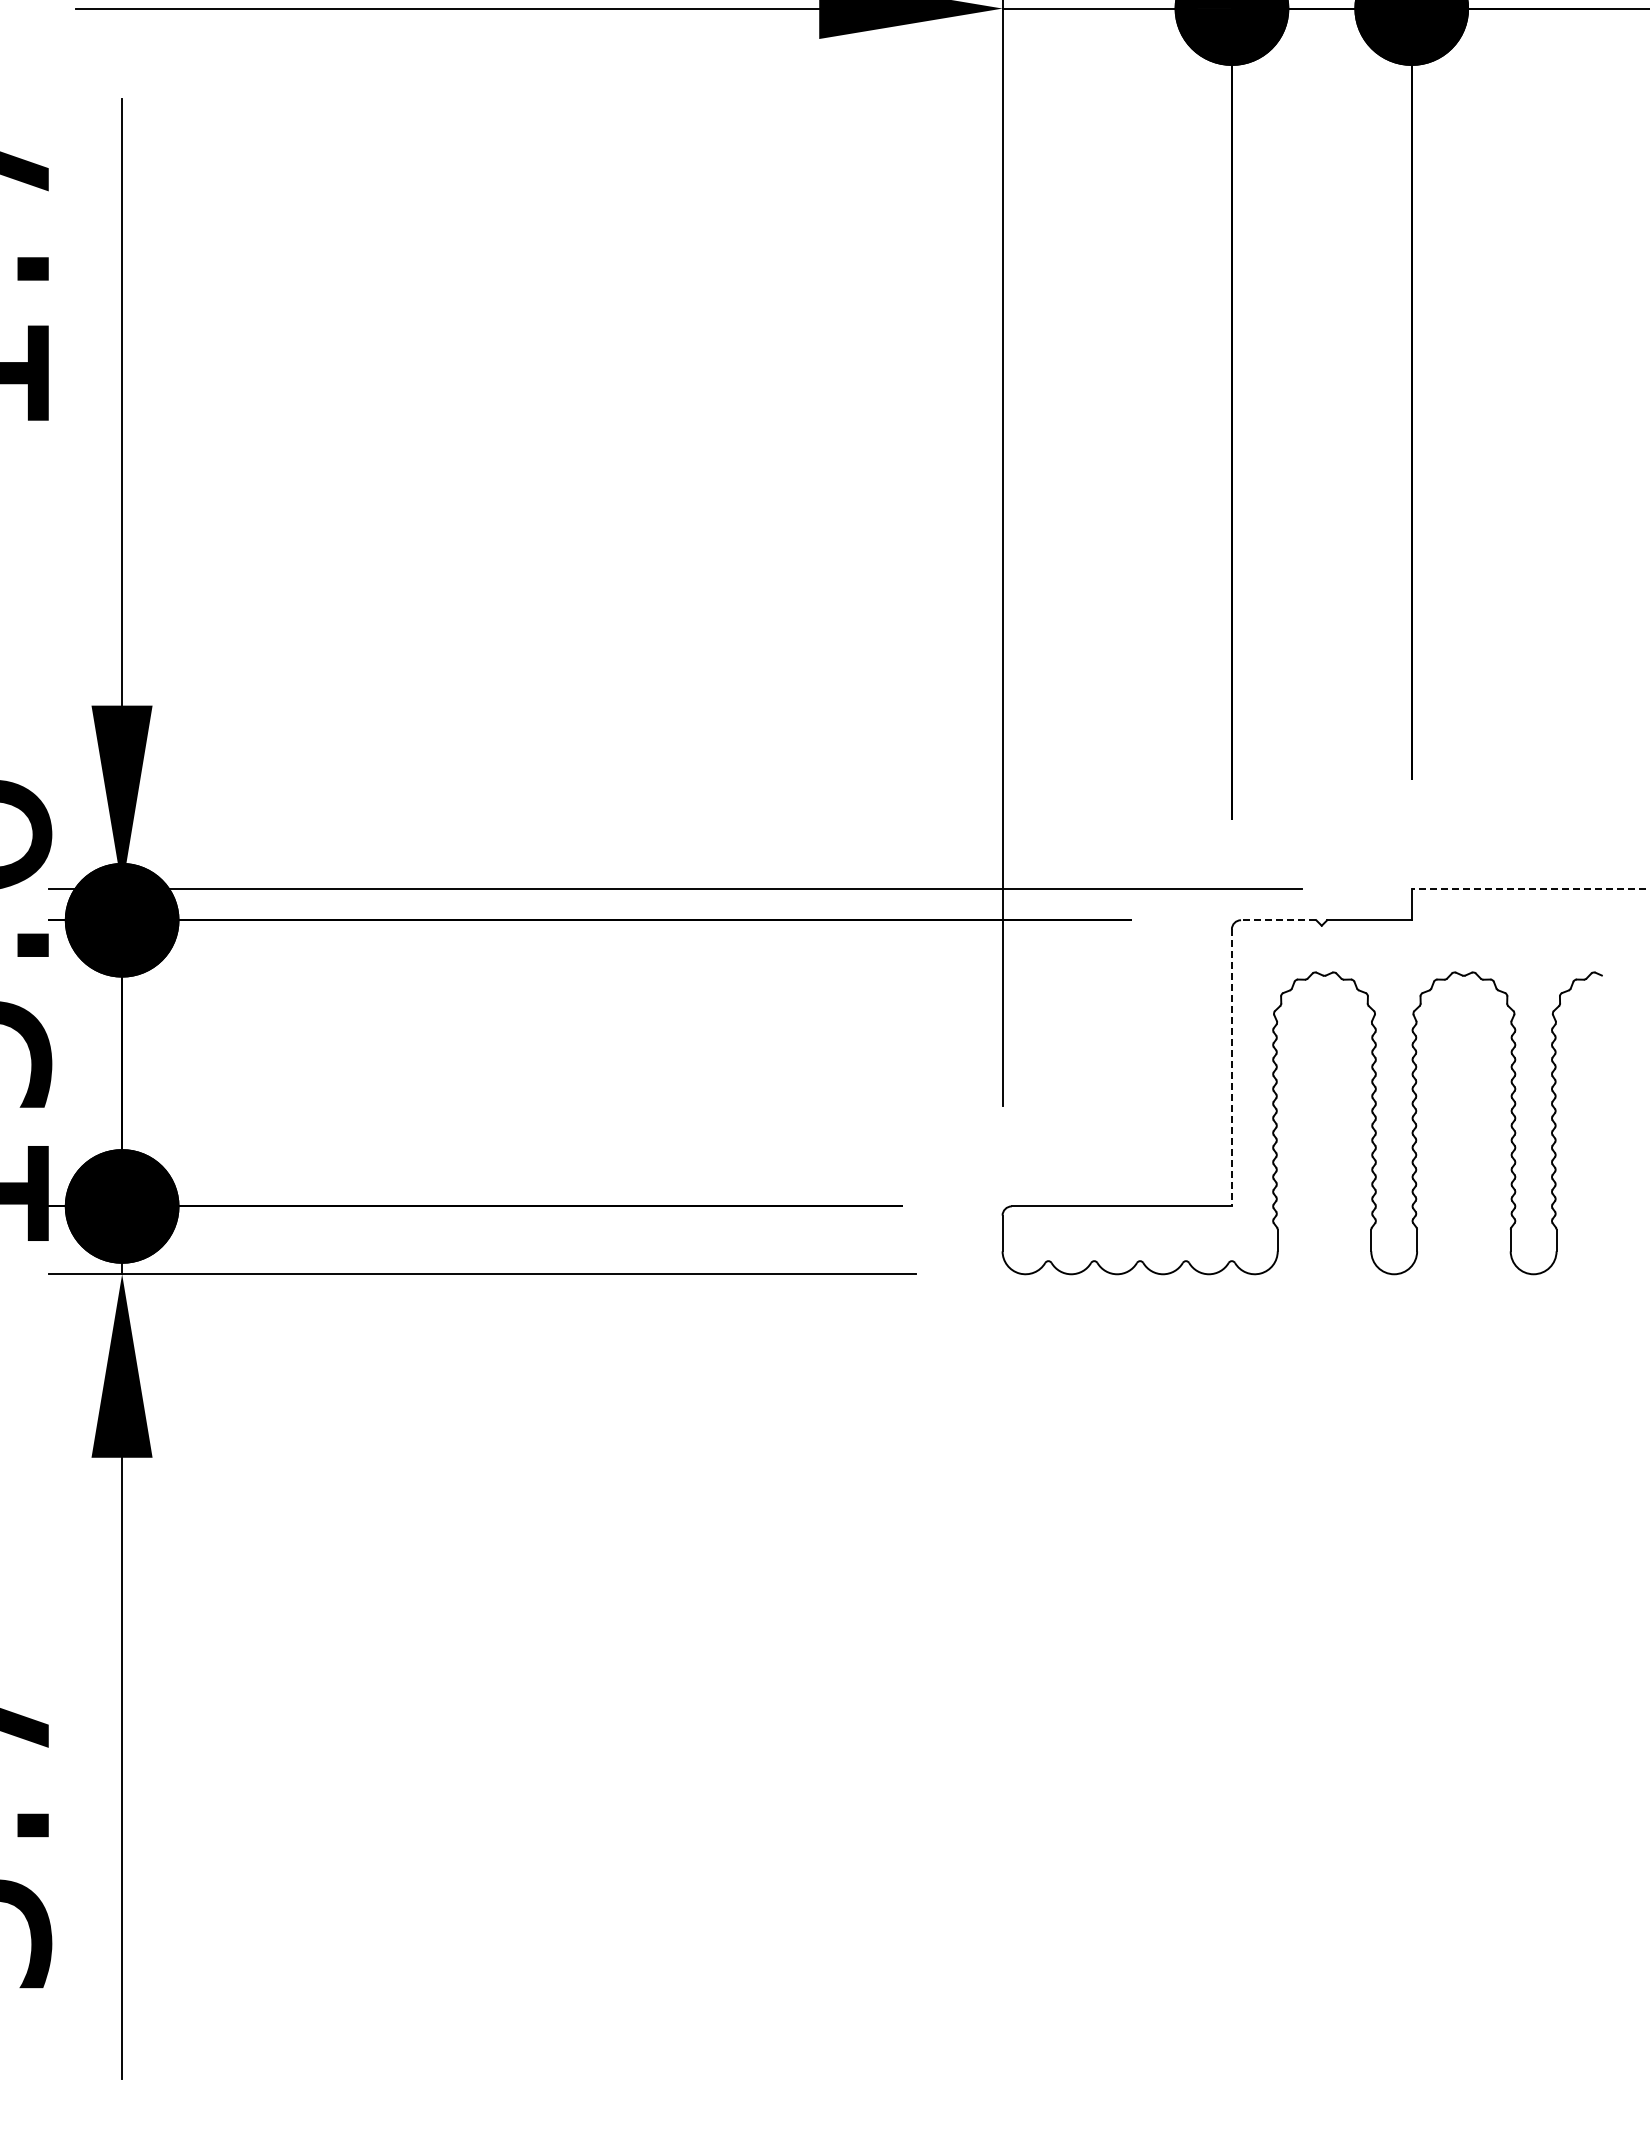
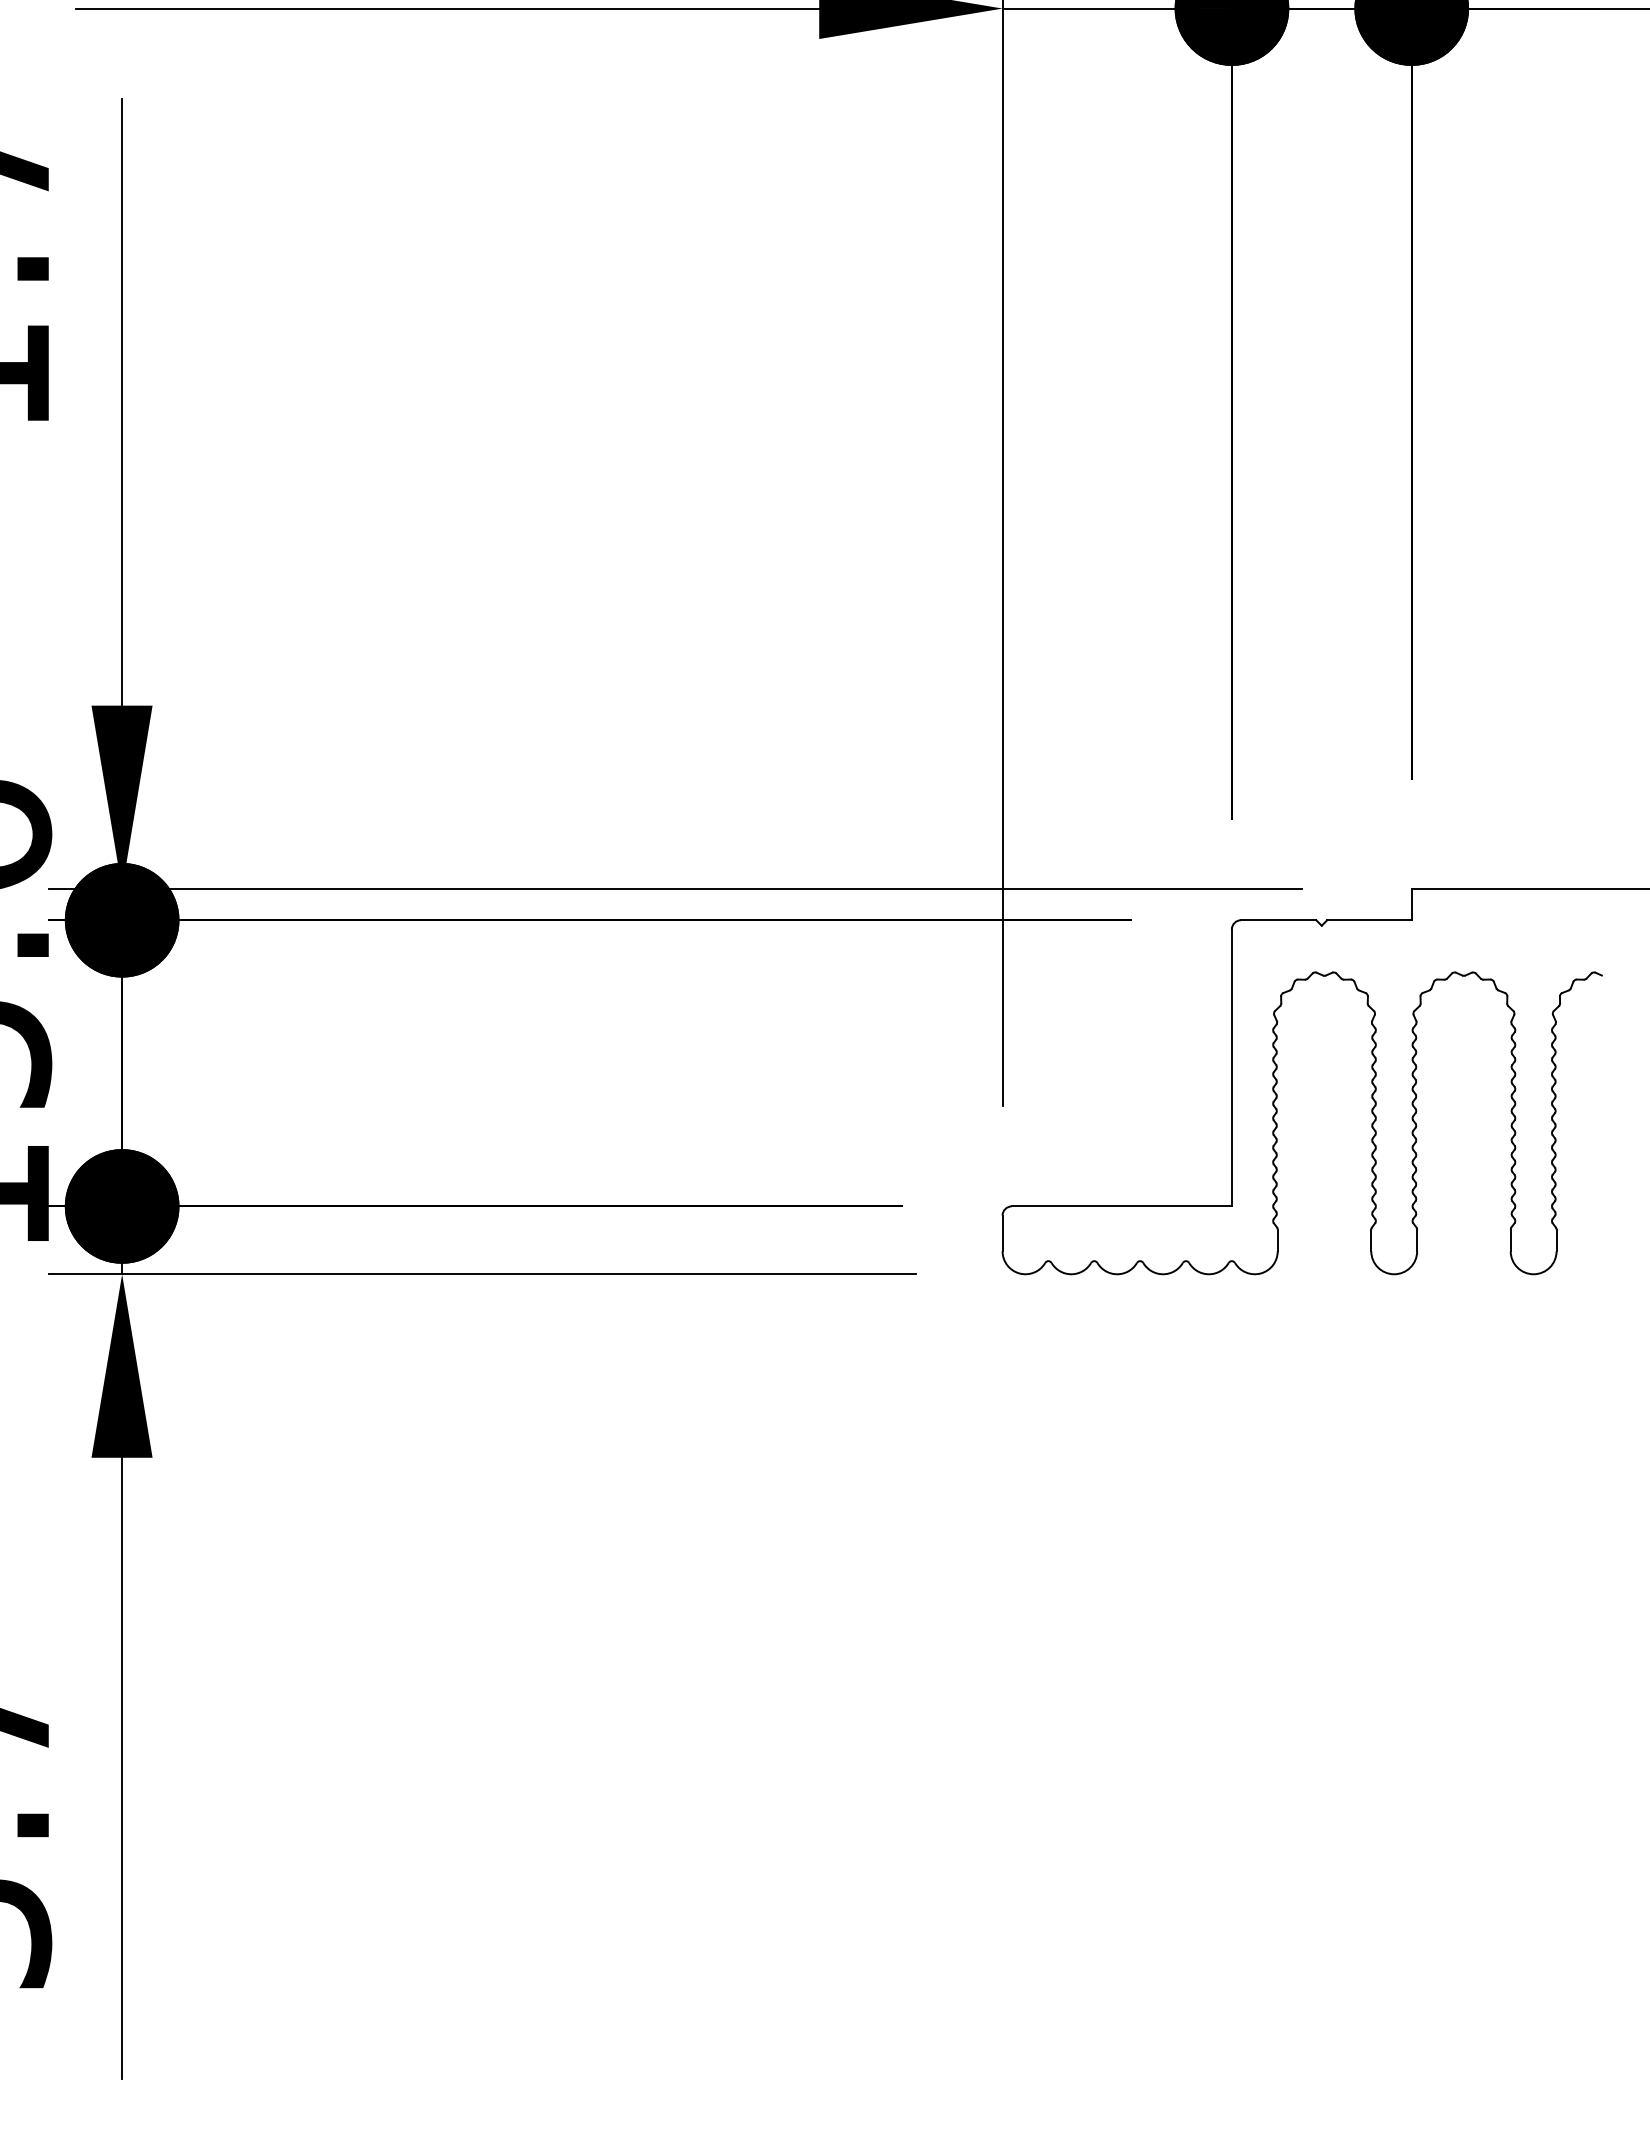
line at (1530, 889): dashed -> solid
line at (1278, 920): dashed -> solid
line at (1231, 1068): dashed -> solid
